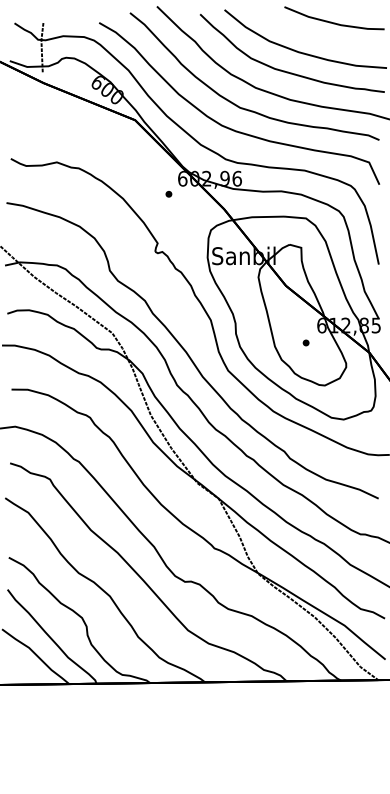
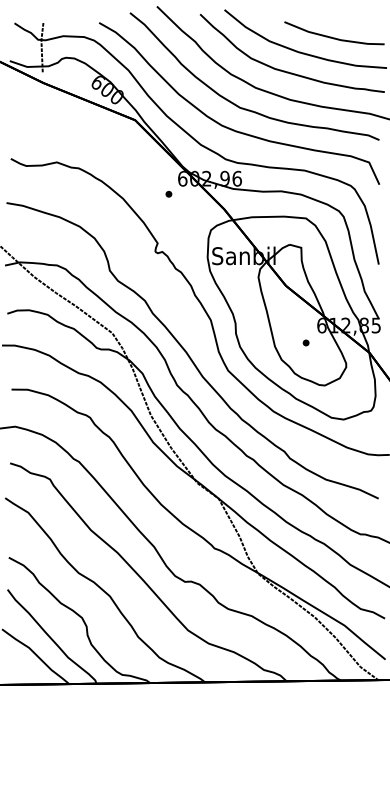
line at (334, 22) position: (334, 22) -> (334, 37)
